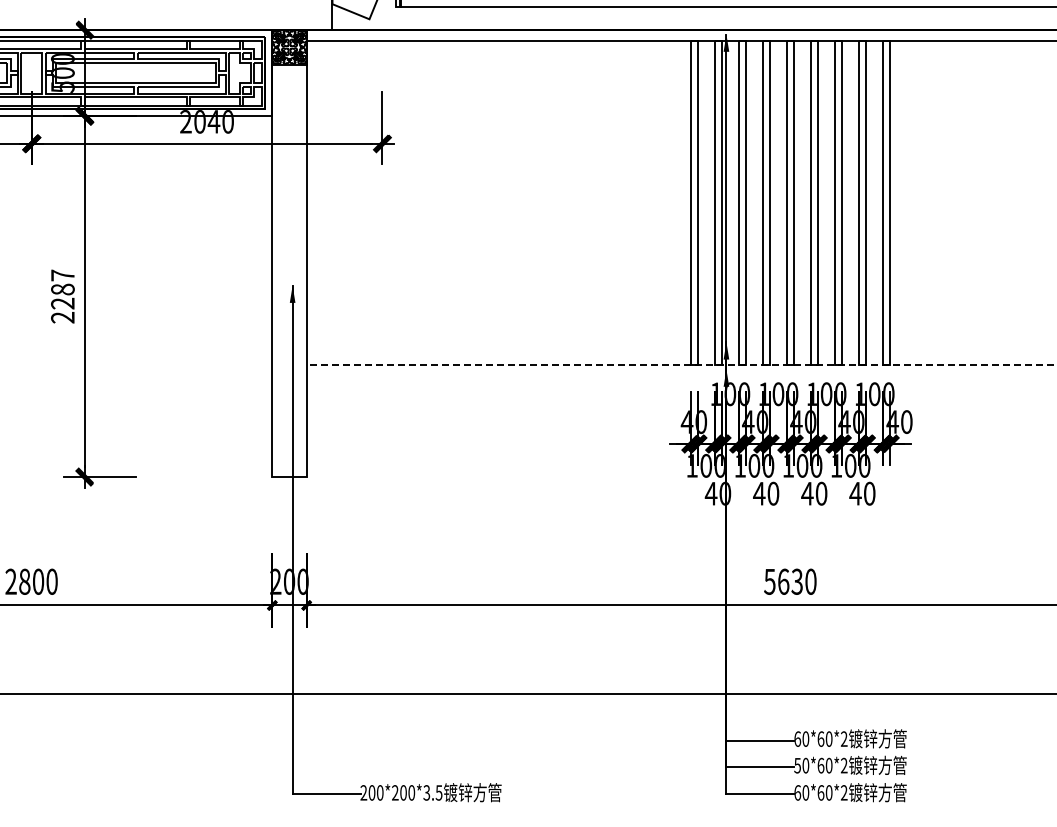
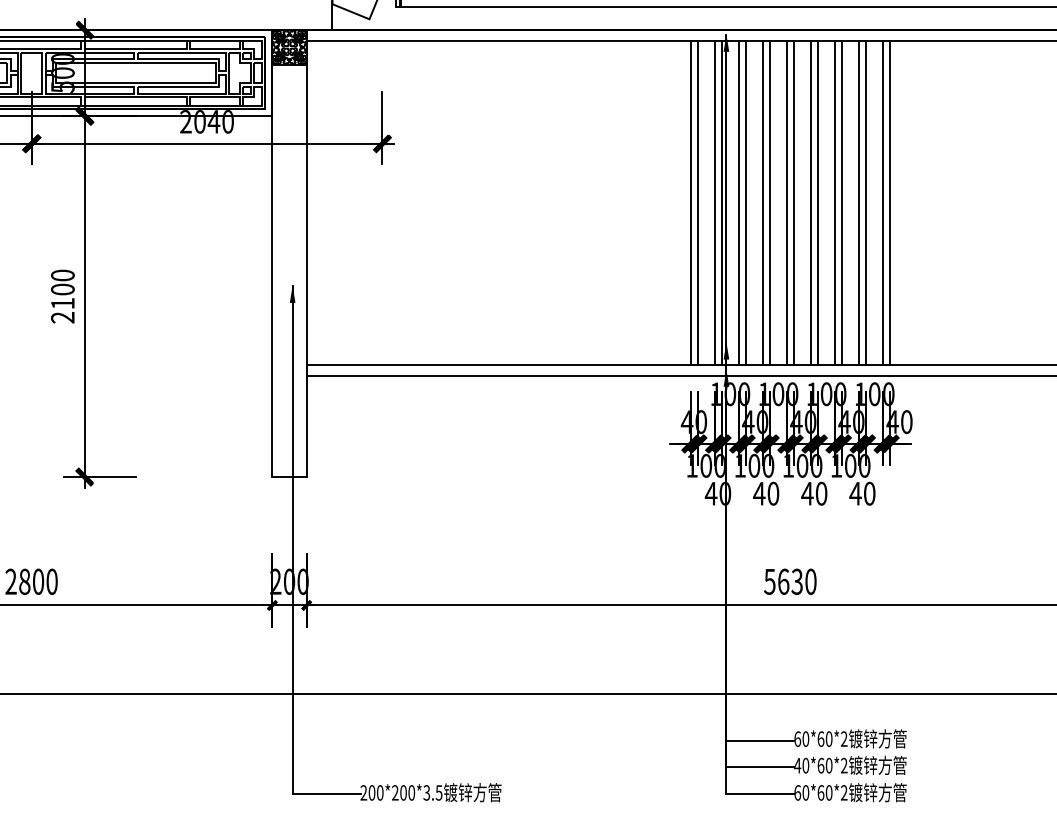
text at (62, 289): 2287 -> 2100
line at (681, 365): dashed -> solid
line at (679, 375): none -> present
text at (797, 765): 50*60*2 -> 40*60*2
